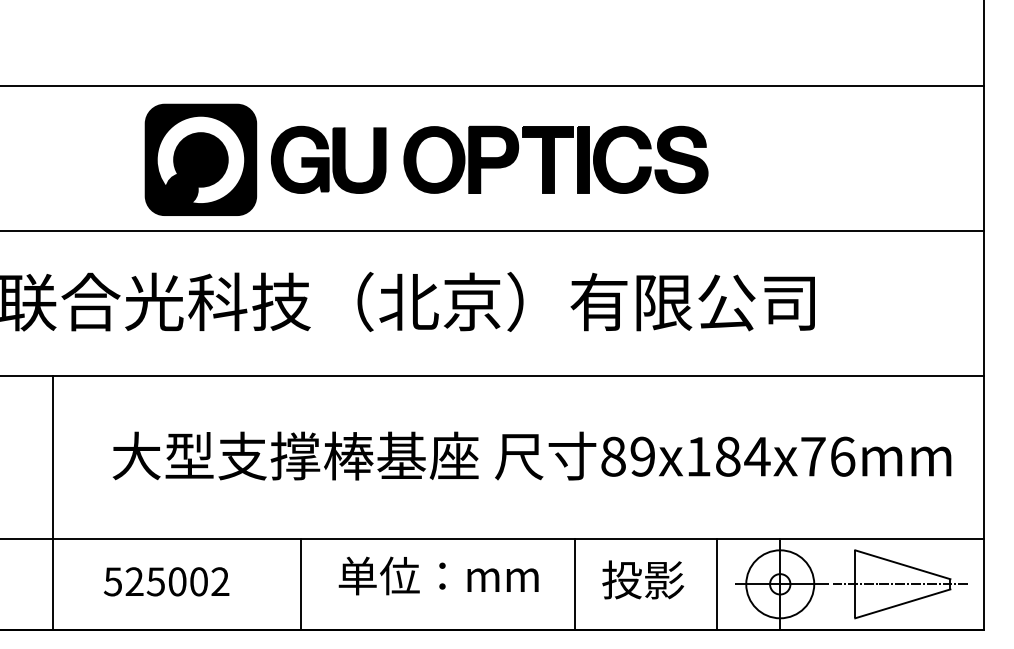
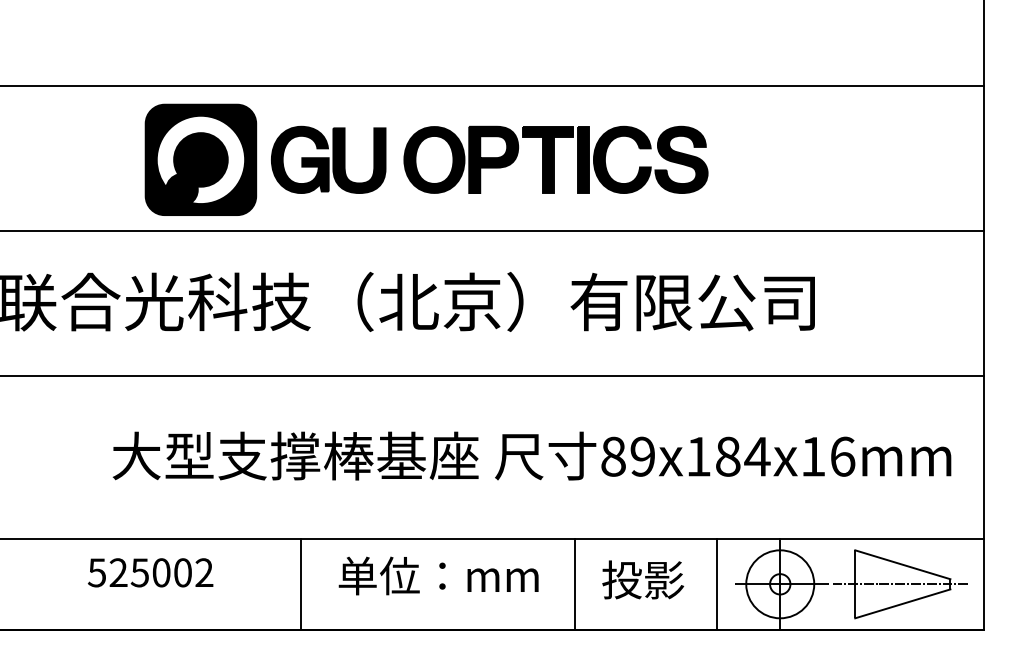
text at (813, 456): 89x184x76mm -> 89x184x16mm
line at (52, 502): present -> none
text at (166, 581) position: (166, 581) -> (150, 572)
